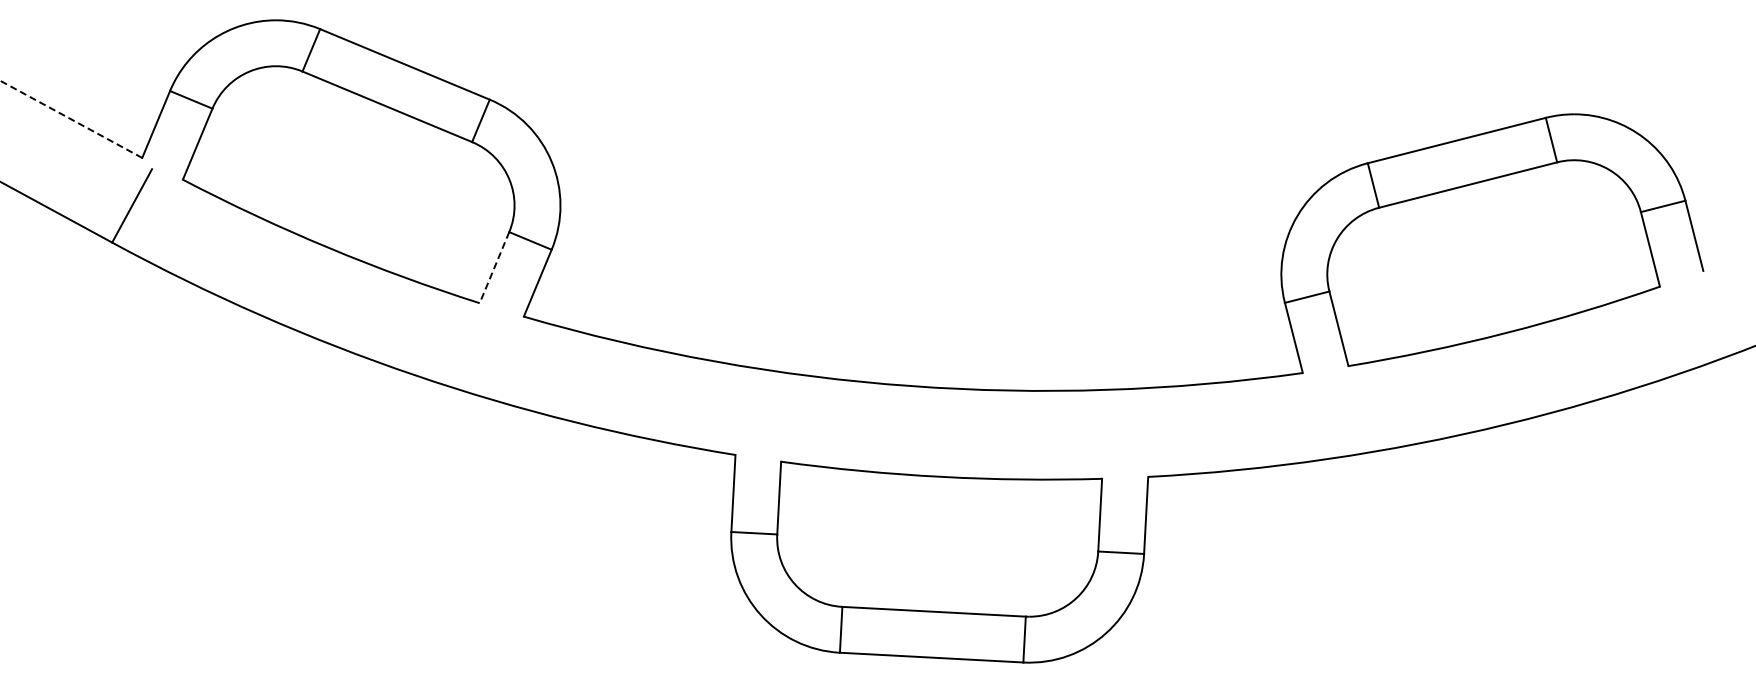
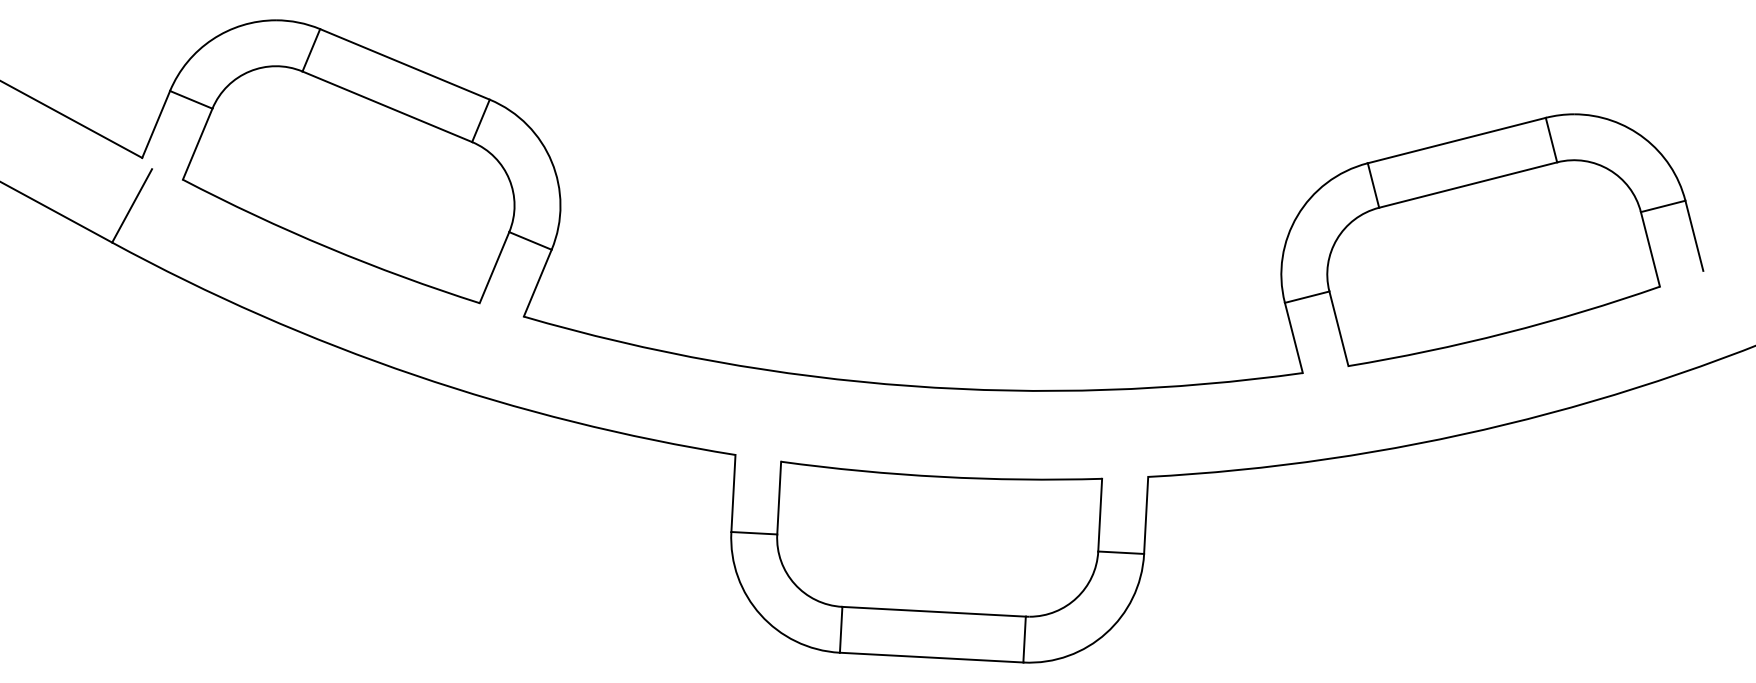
line at (71, 119): dashed -> solid
line at (494, 268): dashed -> solid
